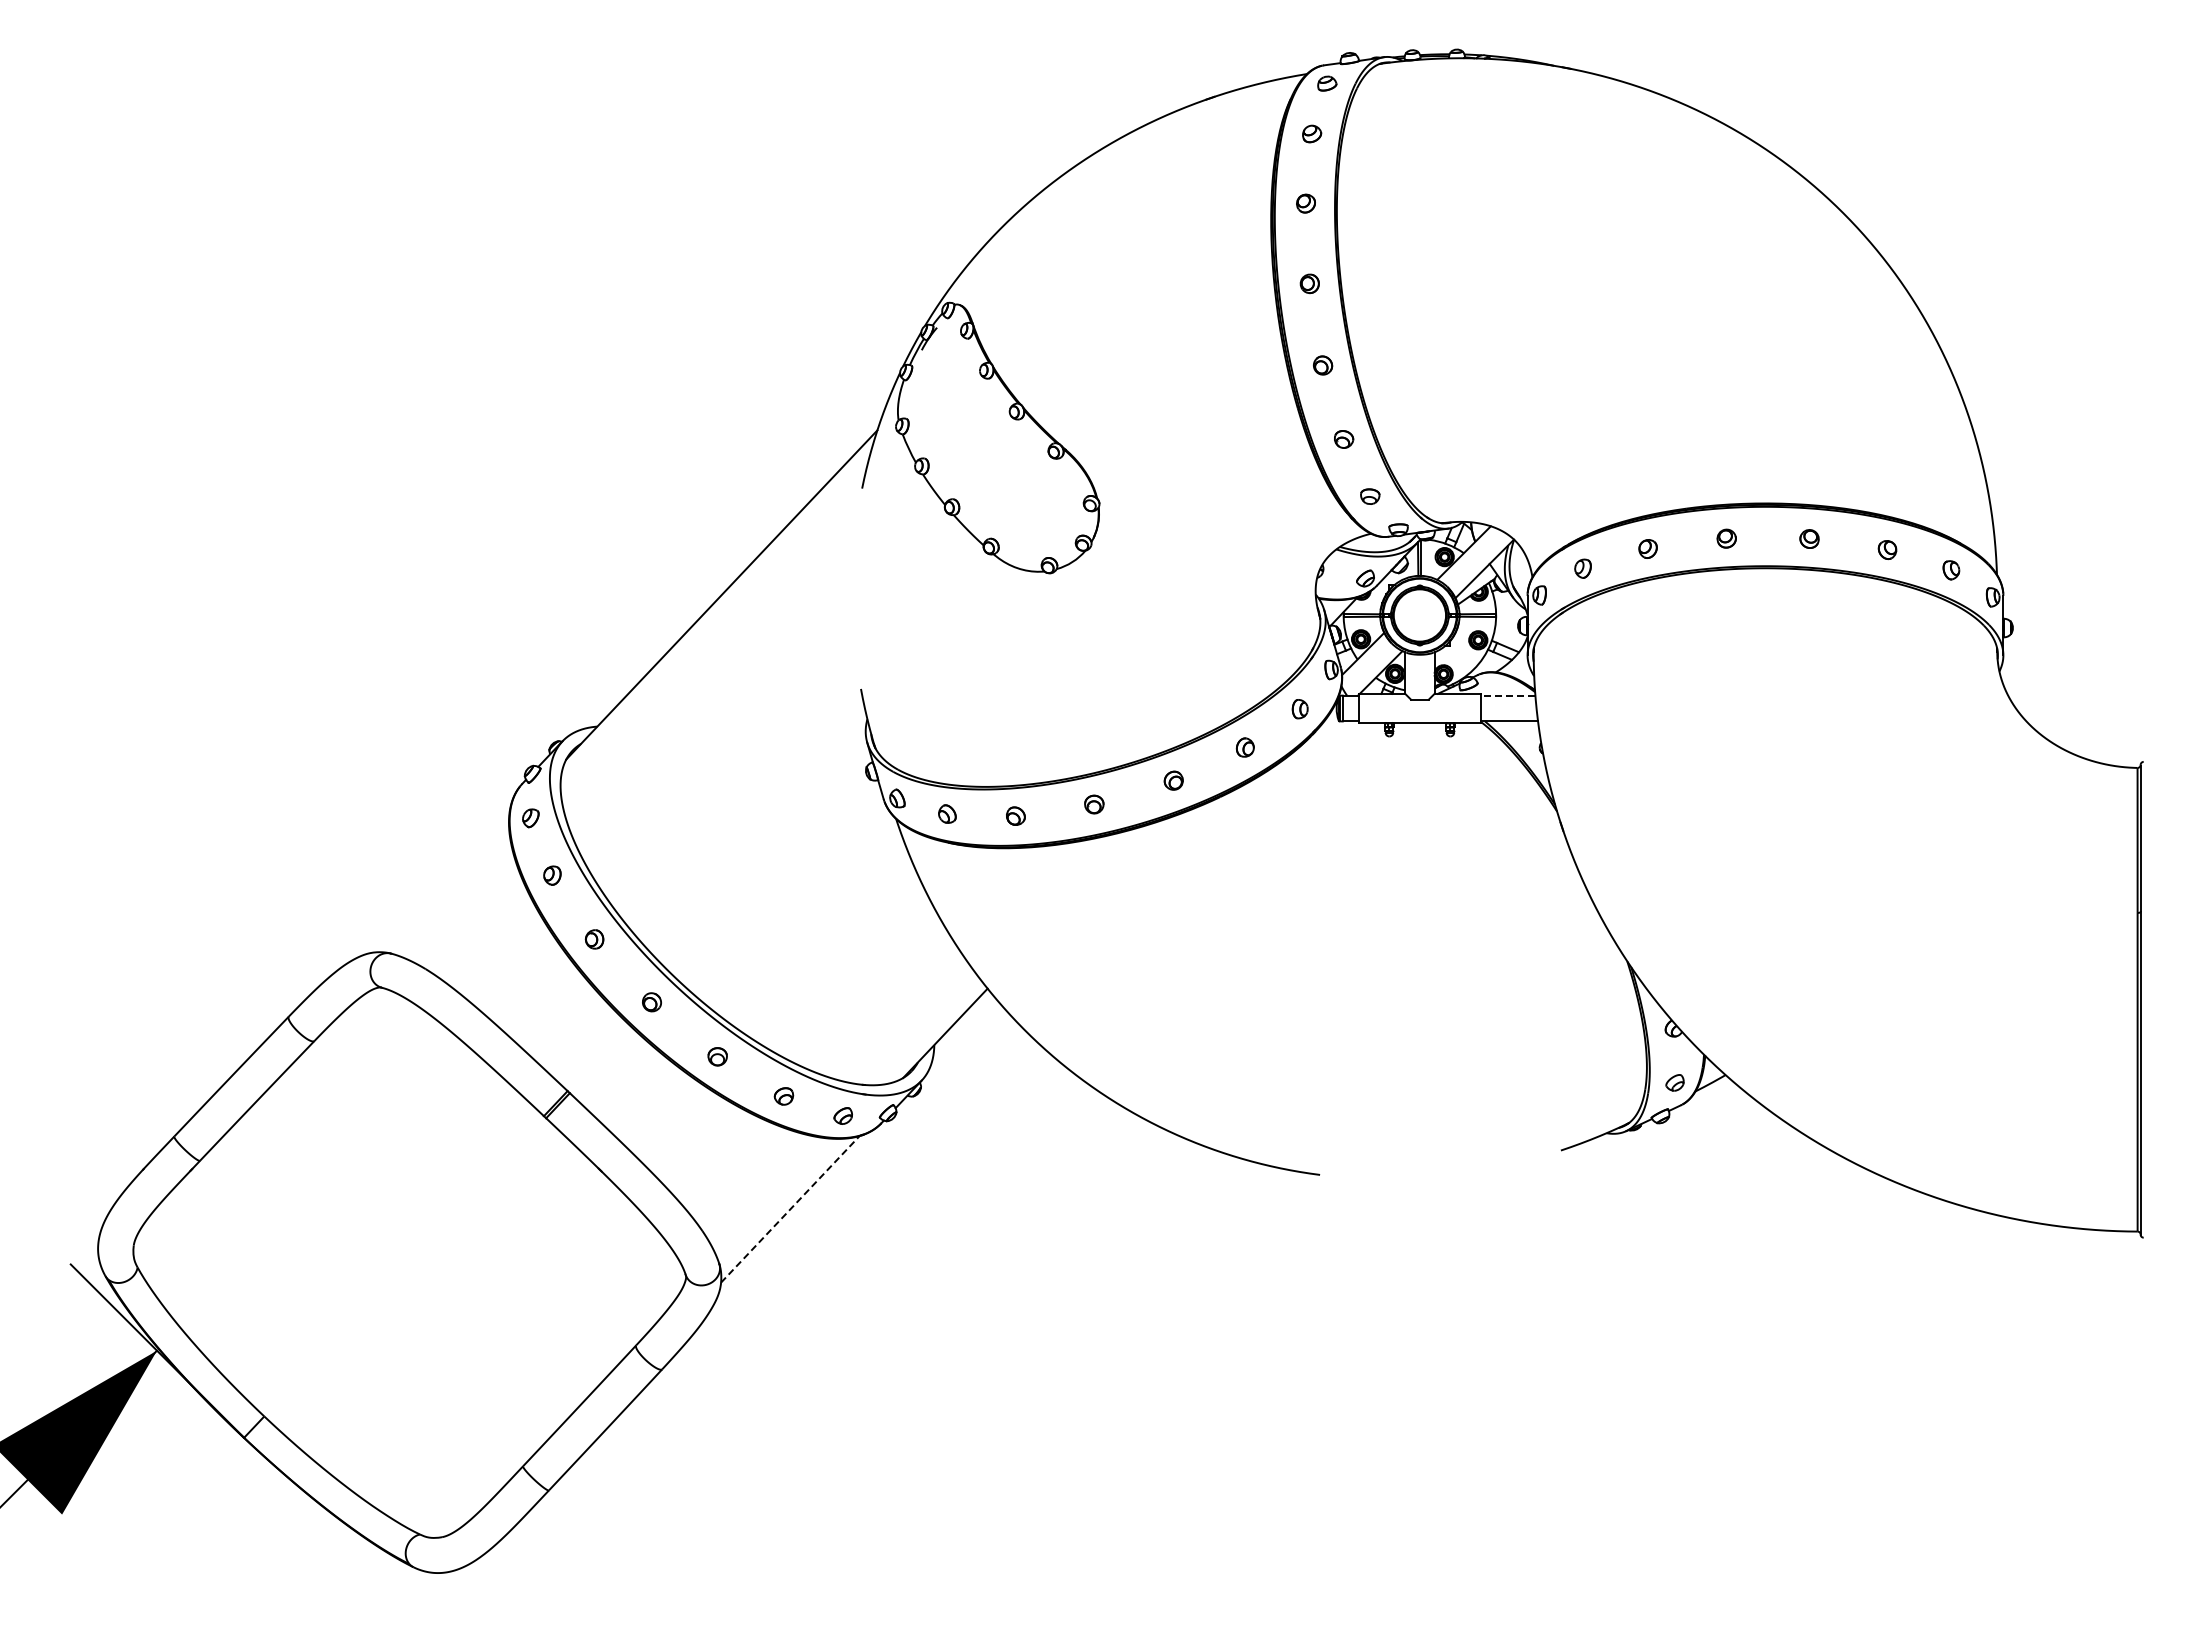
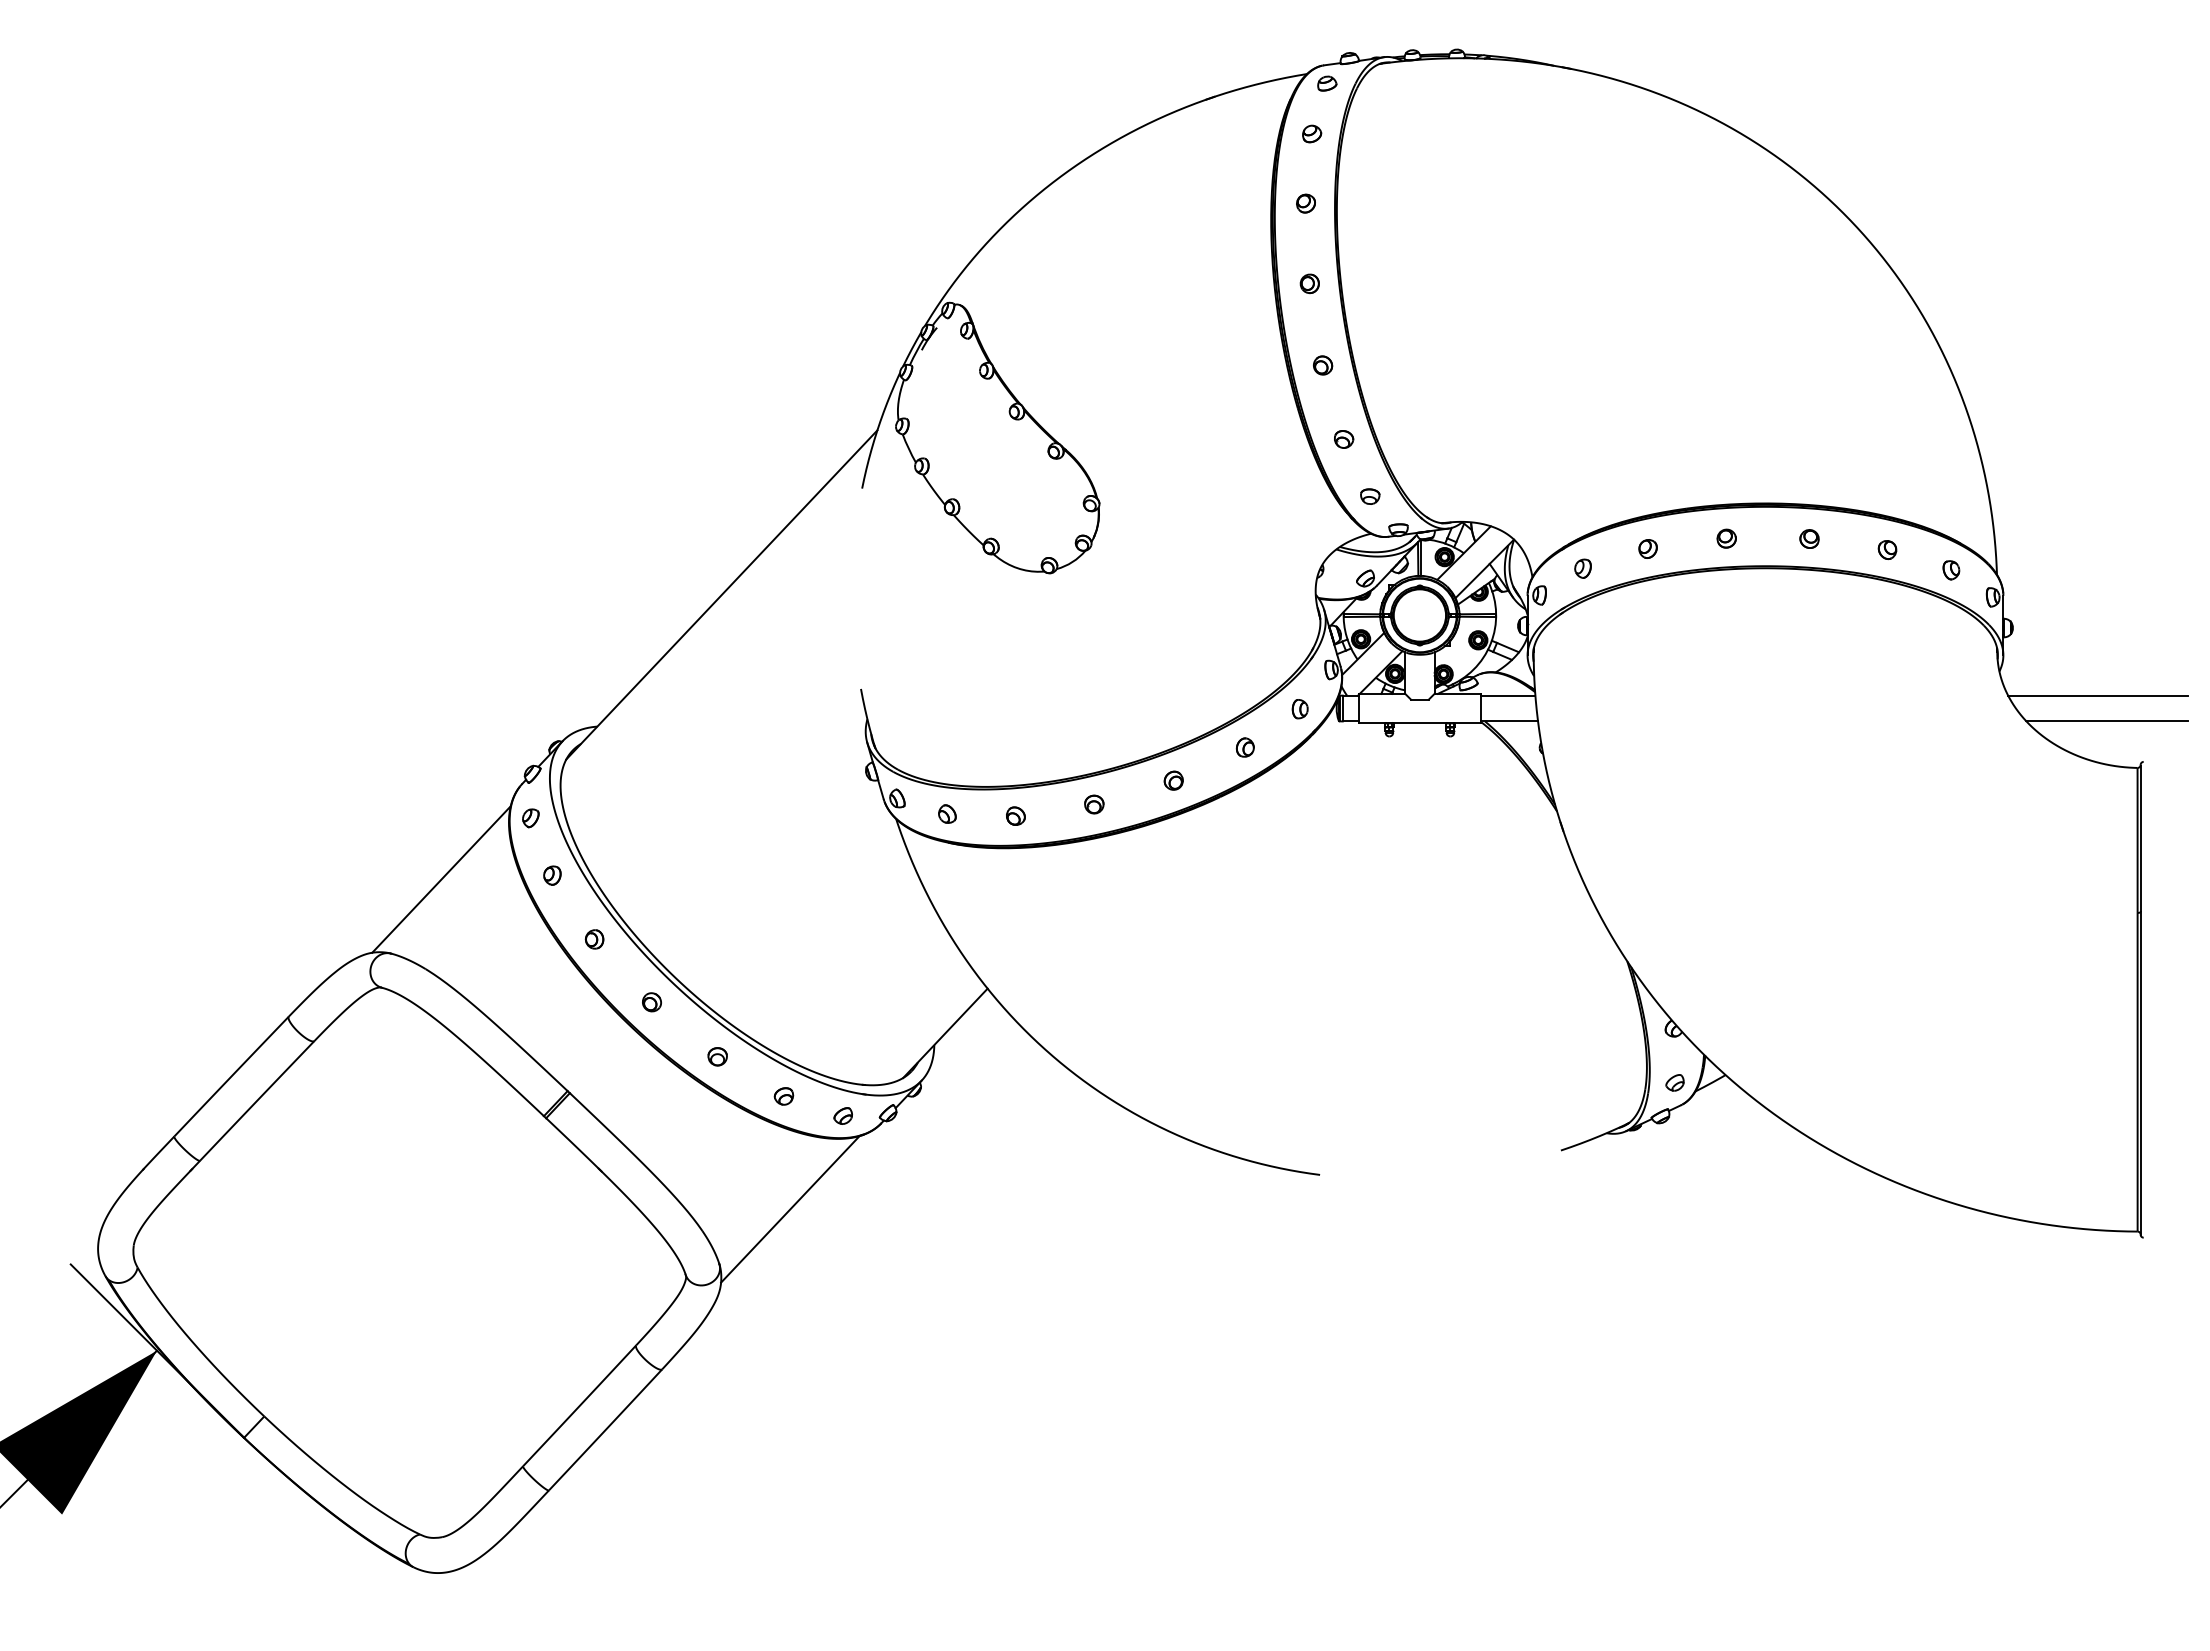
line at (1507, 695): dashed -> solid
line at (2098, 695): none -> present
line at (2107, 721): none -> present
line at (441, 879): none -> present
line at (790, 1209): dashed -> solid
